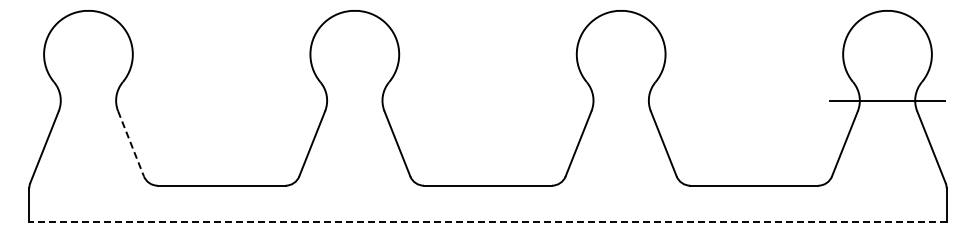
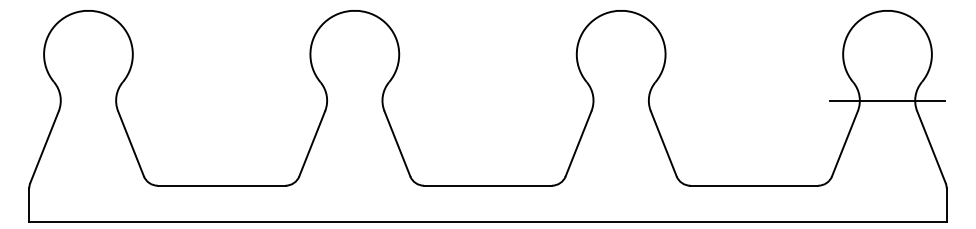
line at (131, 144): dashed -> solid
line at (488, 222): dashed -> solid
